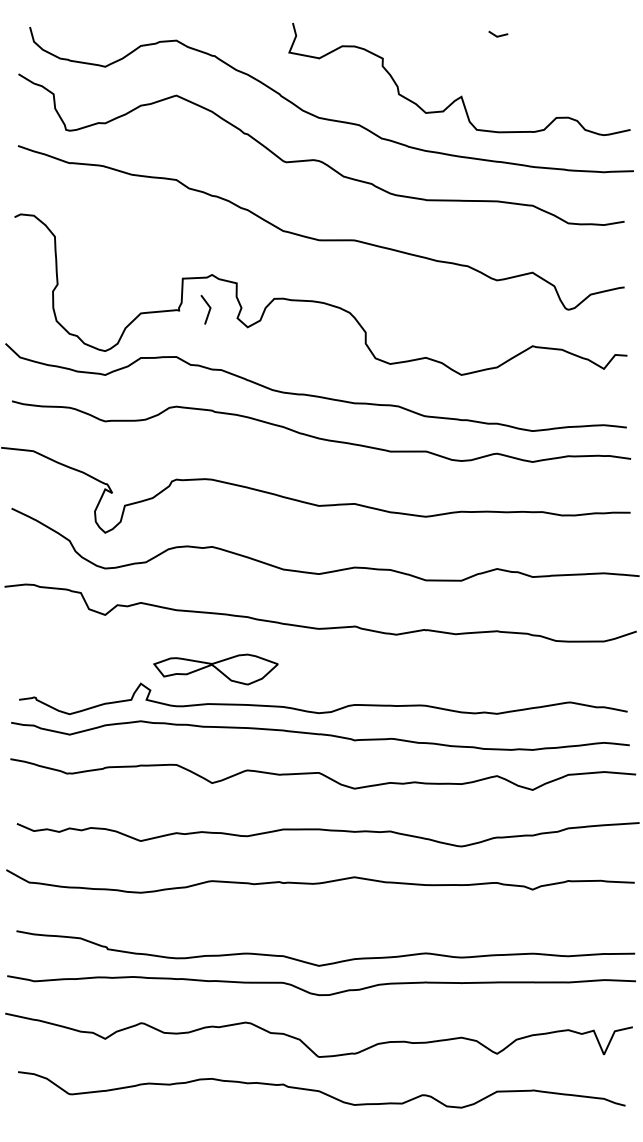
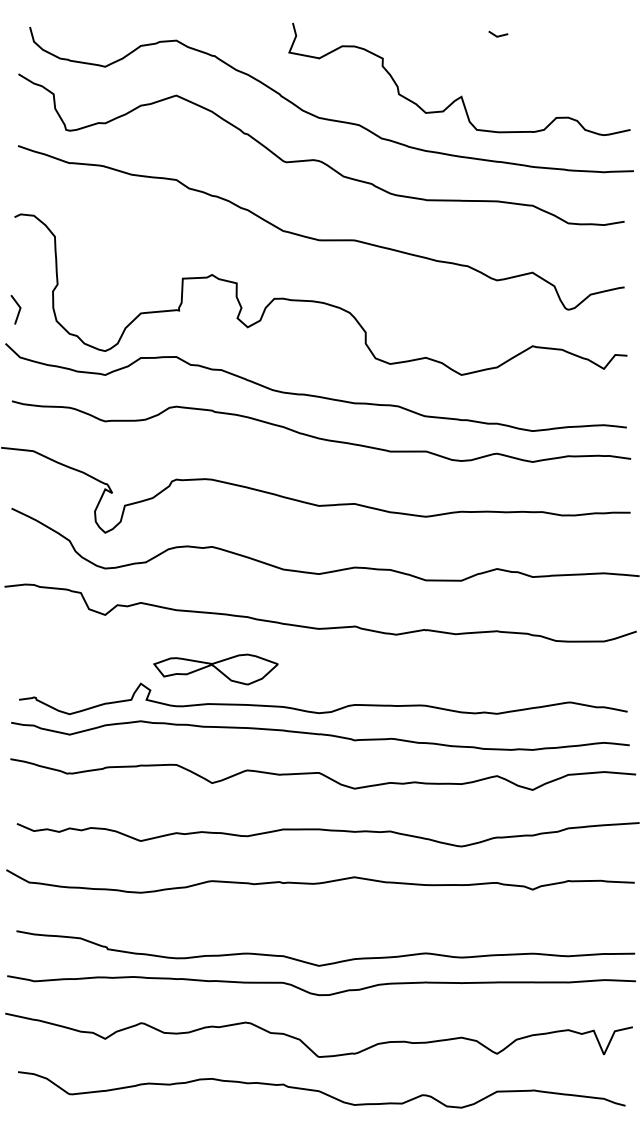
line at (208, 310) position: (208, 310) -> (18, 310)
